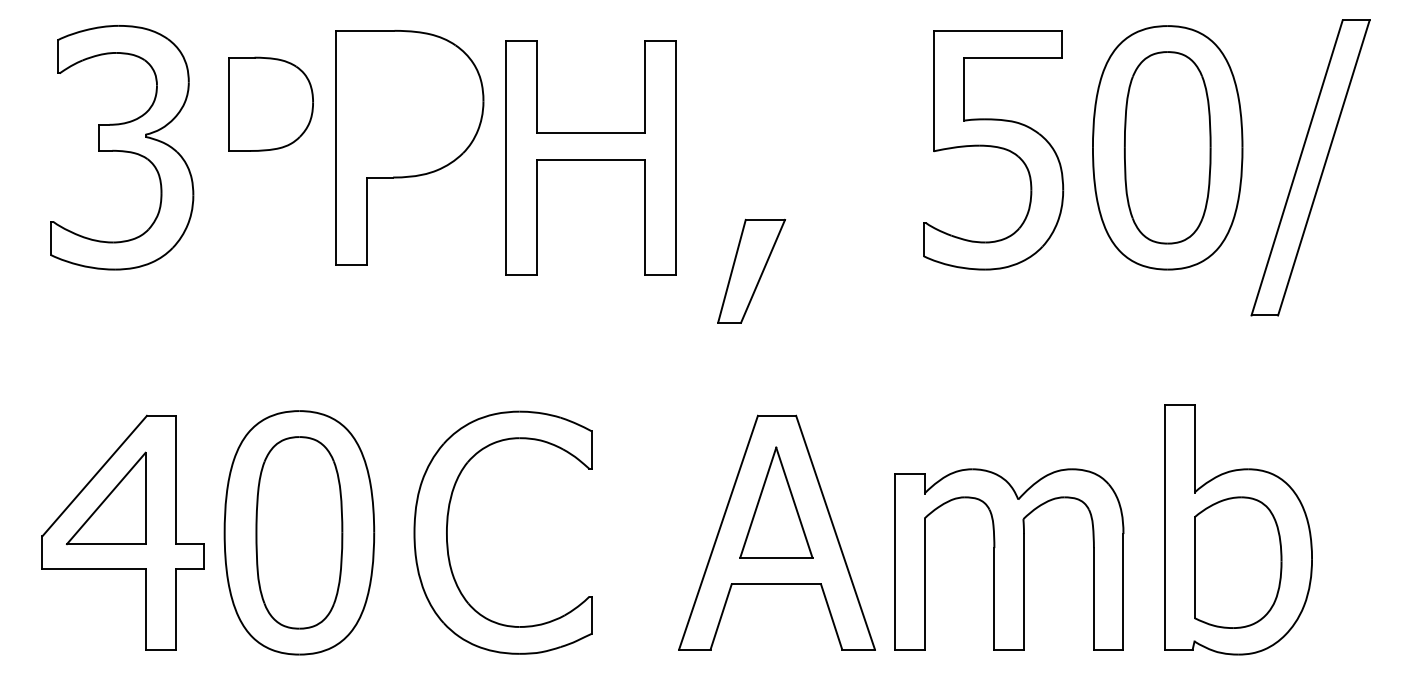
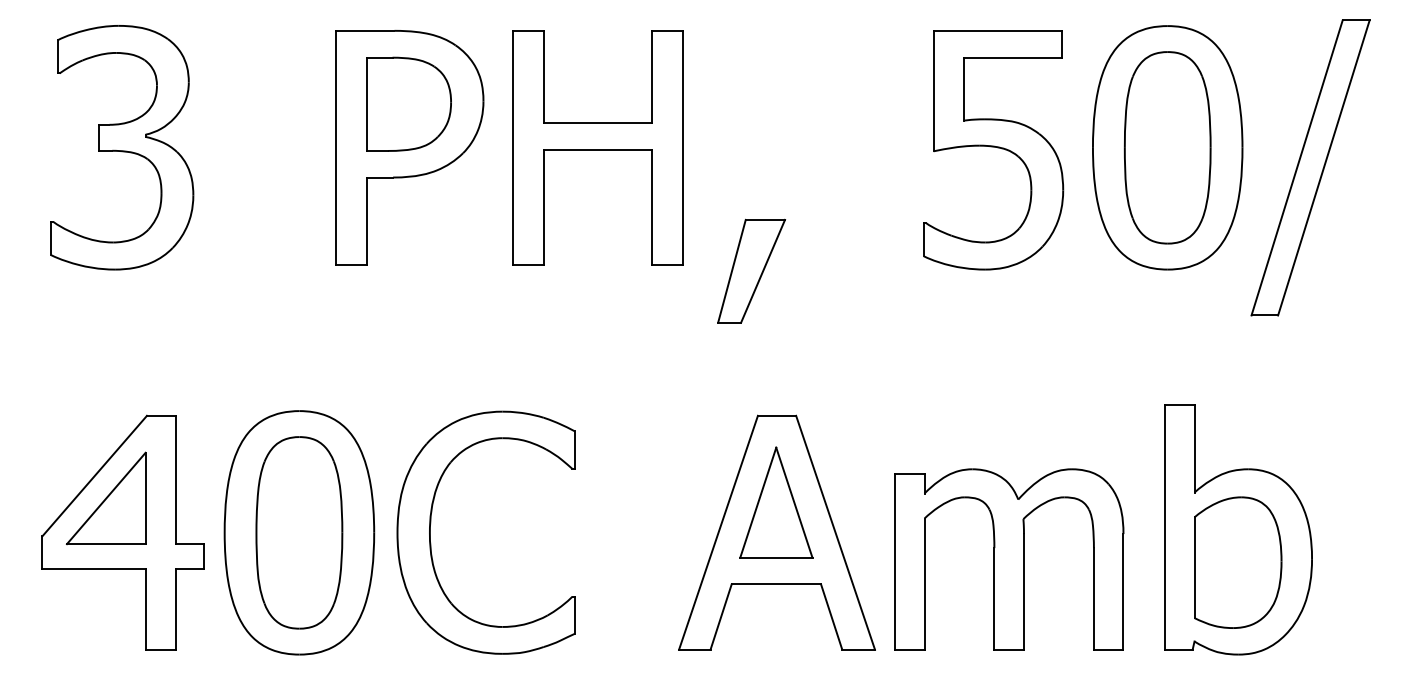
part at (270, 103) position: (270, 103) -> (408, 103)
part at (590, 157) position: (590, 157) -> (597, 147)
part at (448, 523) position: (448, 523) -> (431, 523)
